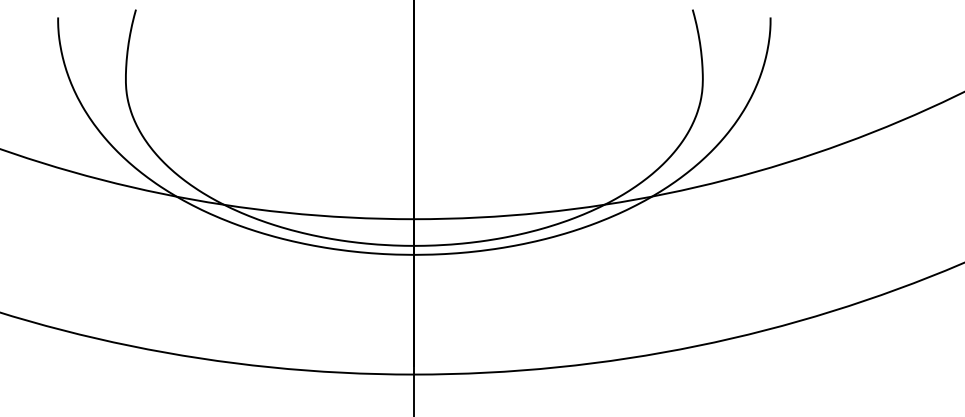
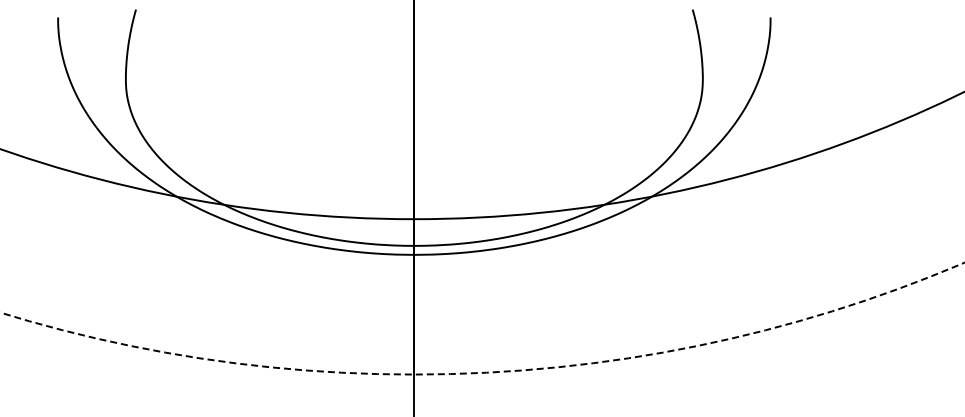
circle at (482, 318): solid -> dashed
